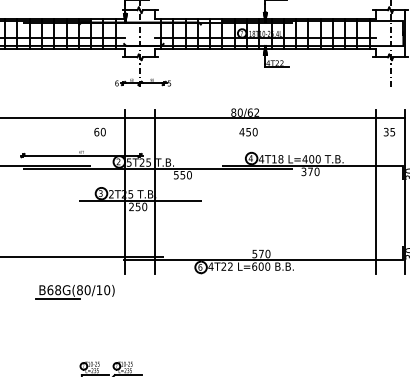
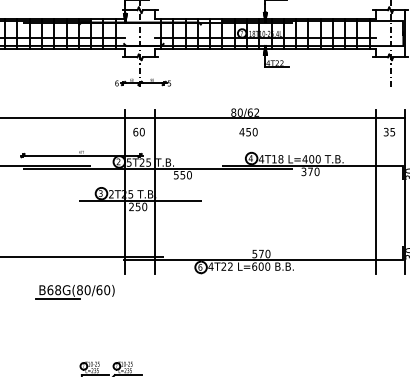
text at (99, 131) position: (99, 131) -> (138, 131)
text at (99, 290): B68G(80/10) -> B68G(80/60)
